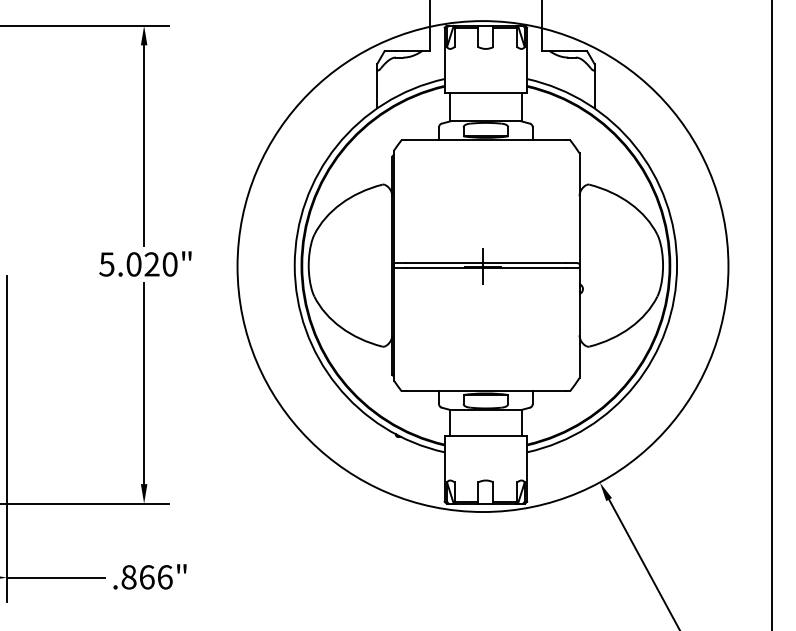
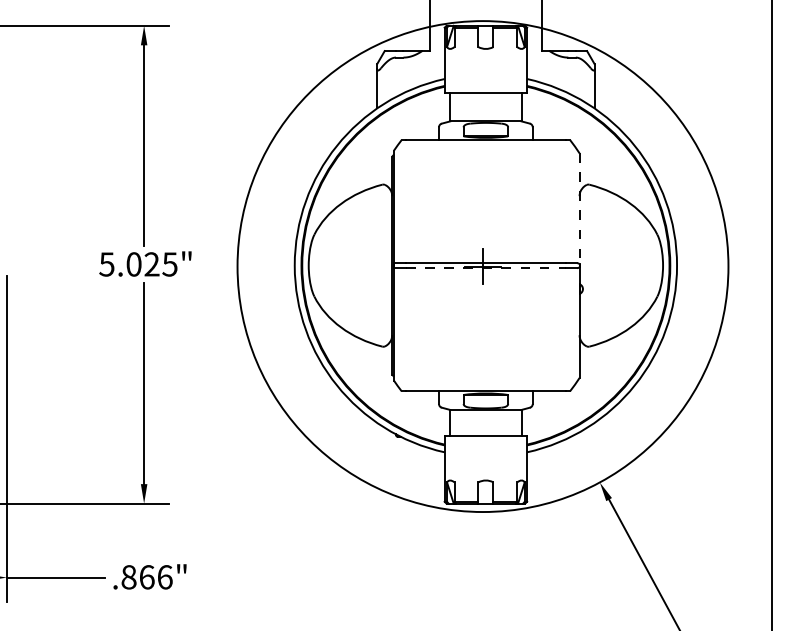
line at (579, 209): solid -> dashed
text at (169, 264): 5.020" -> 5.025"
line at (485, 268): solid -> dashed
